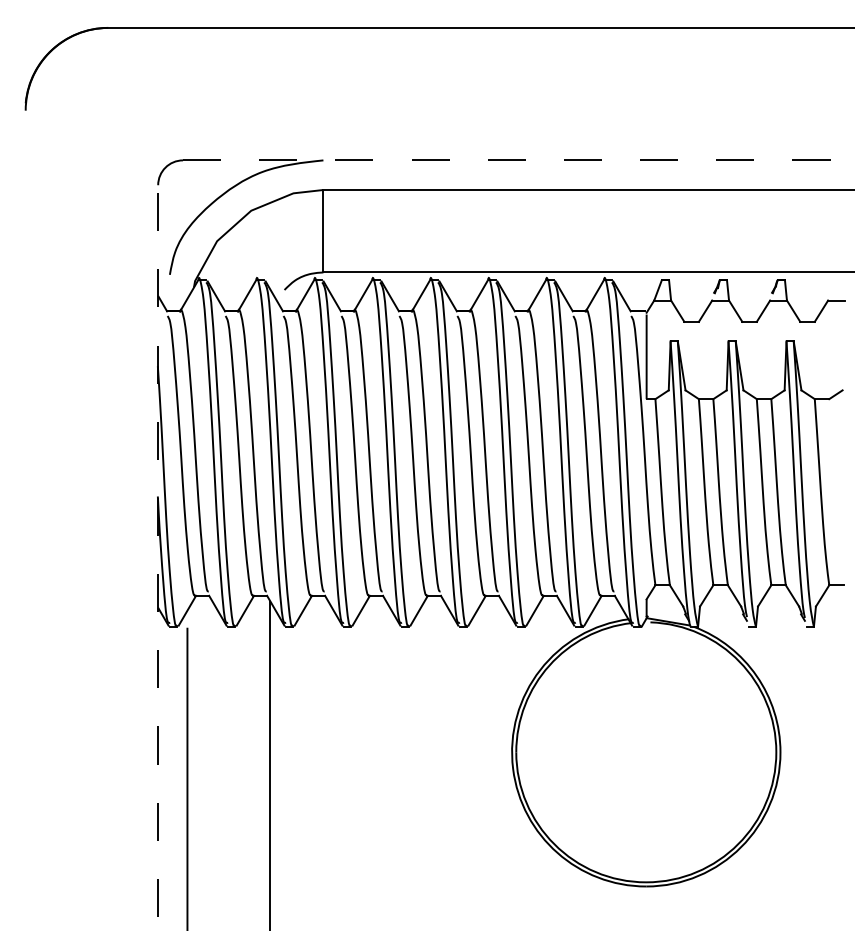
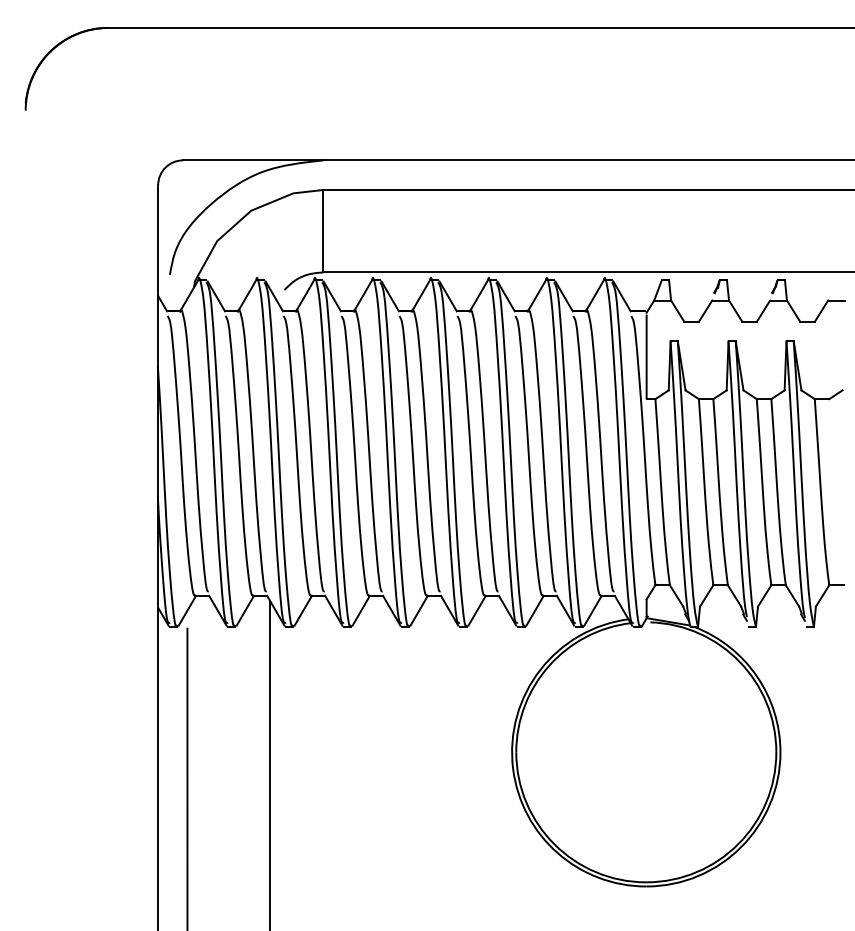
line at (519, 160): dashed -> solid
line at (158, 558): dashed -> solid
